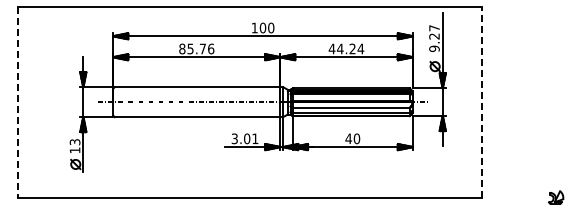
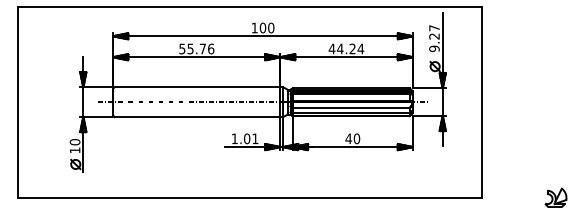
text at (182, 48): 85.76 -> 55.76
line at (17, 102): dashed -> solid
line at (482, 102): dashed -> solid
text at (234, 138): 3.01 -> 1.01
text at (74, 142): 13 -> 10
part at (556, 197) size: 17x15 px -> 24x21 px
